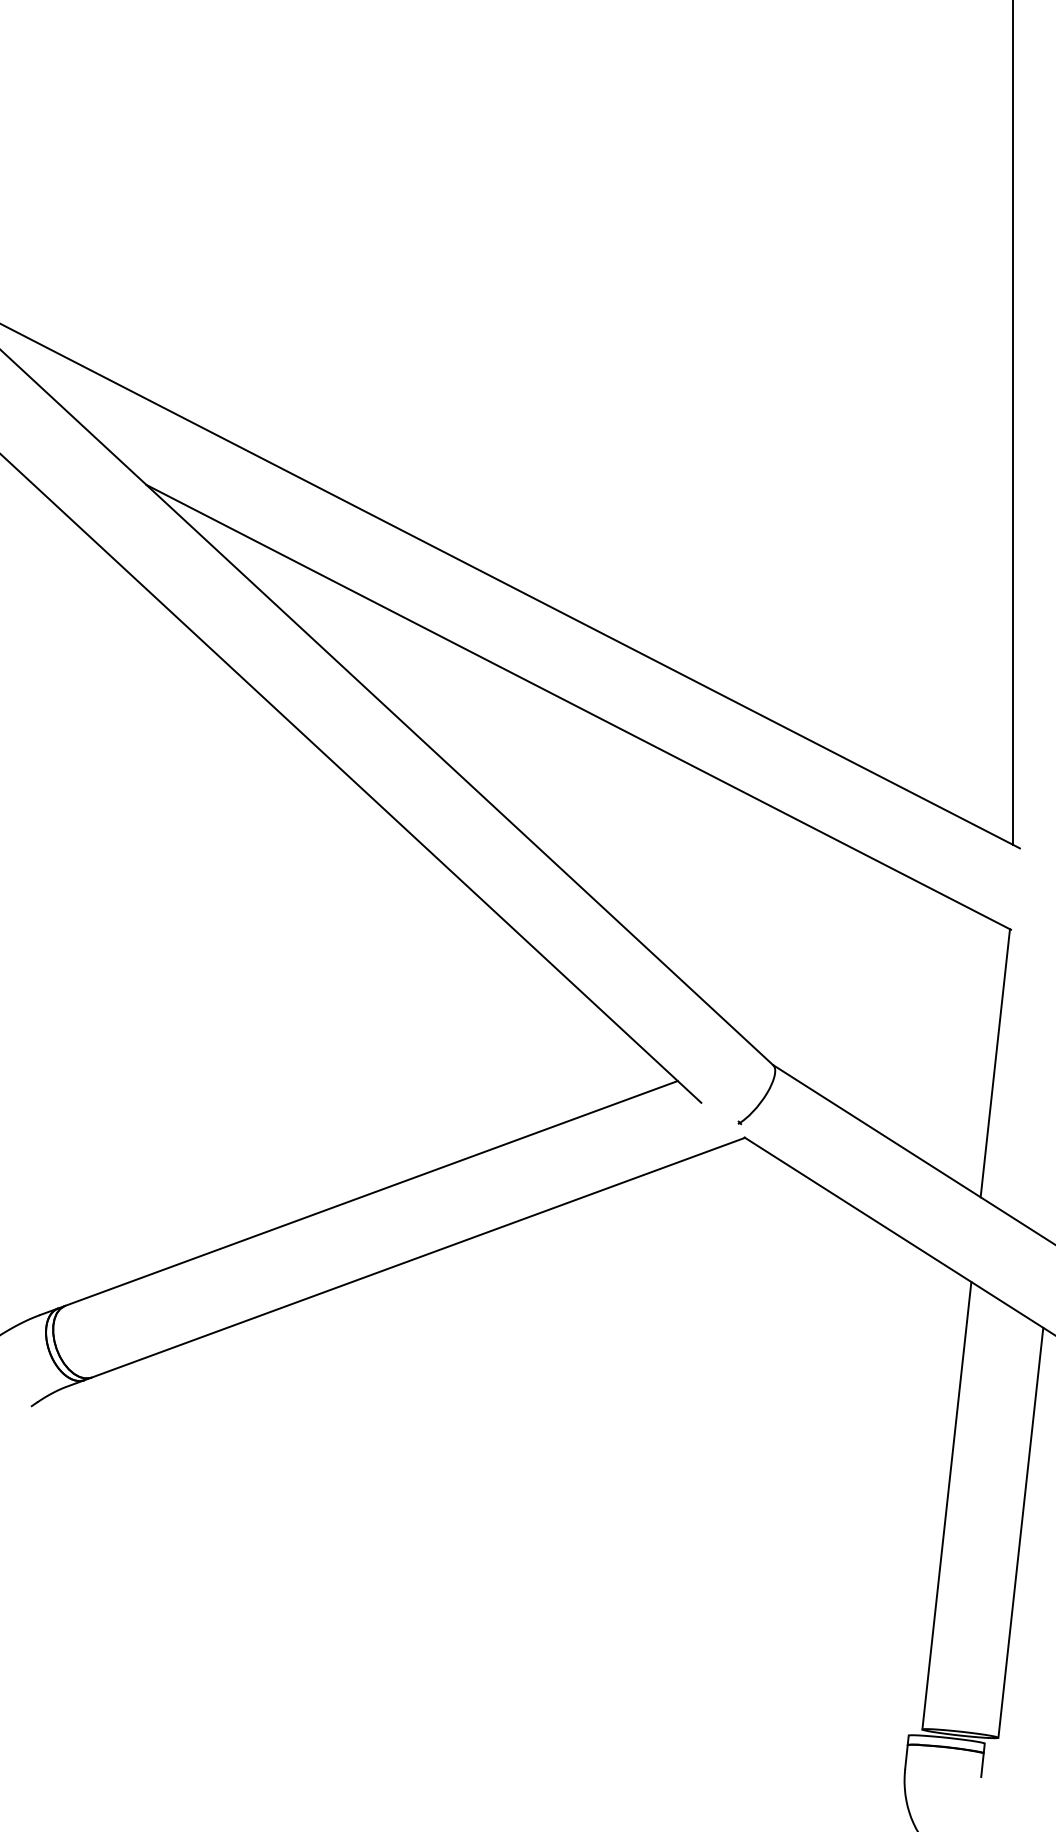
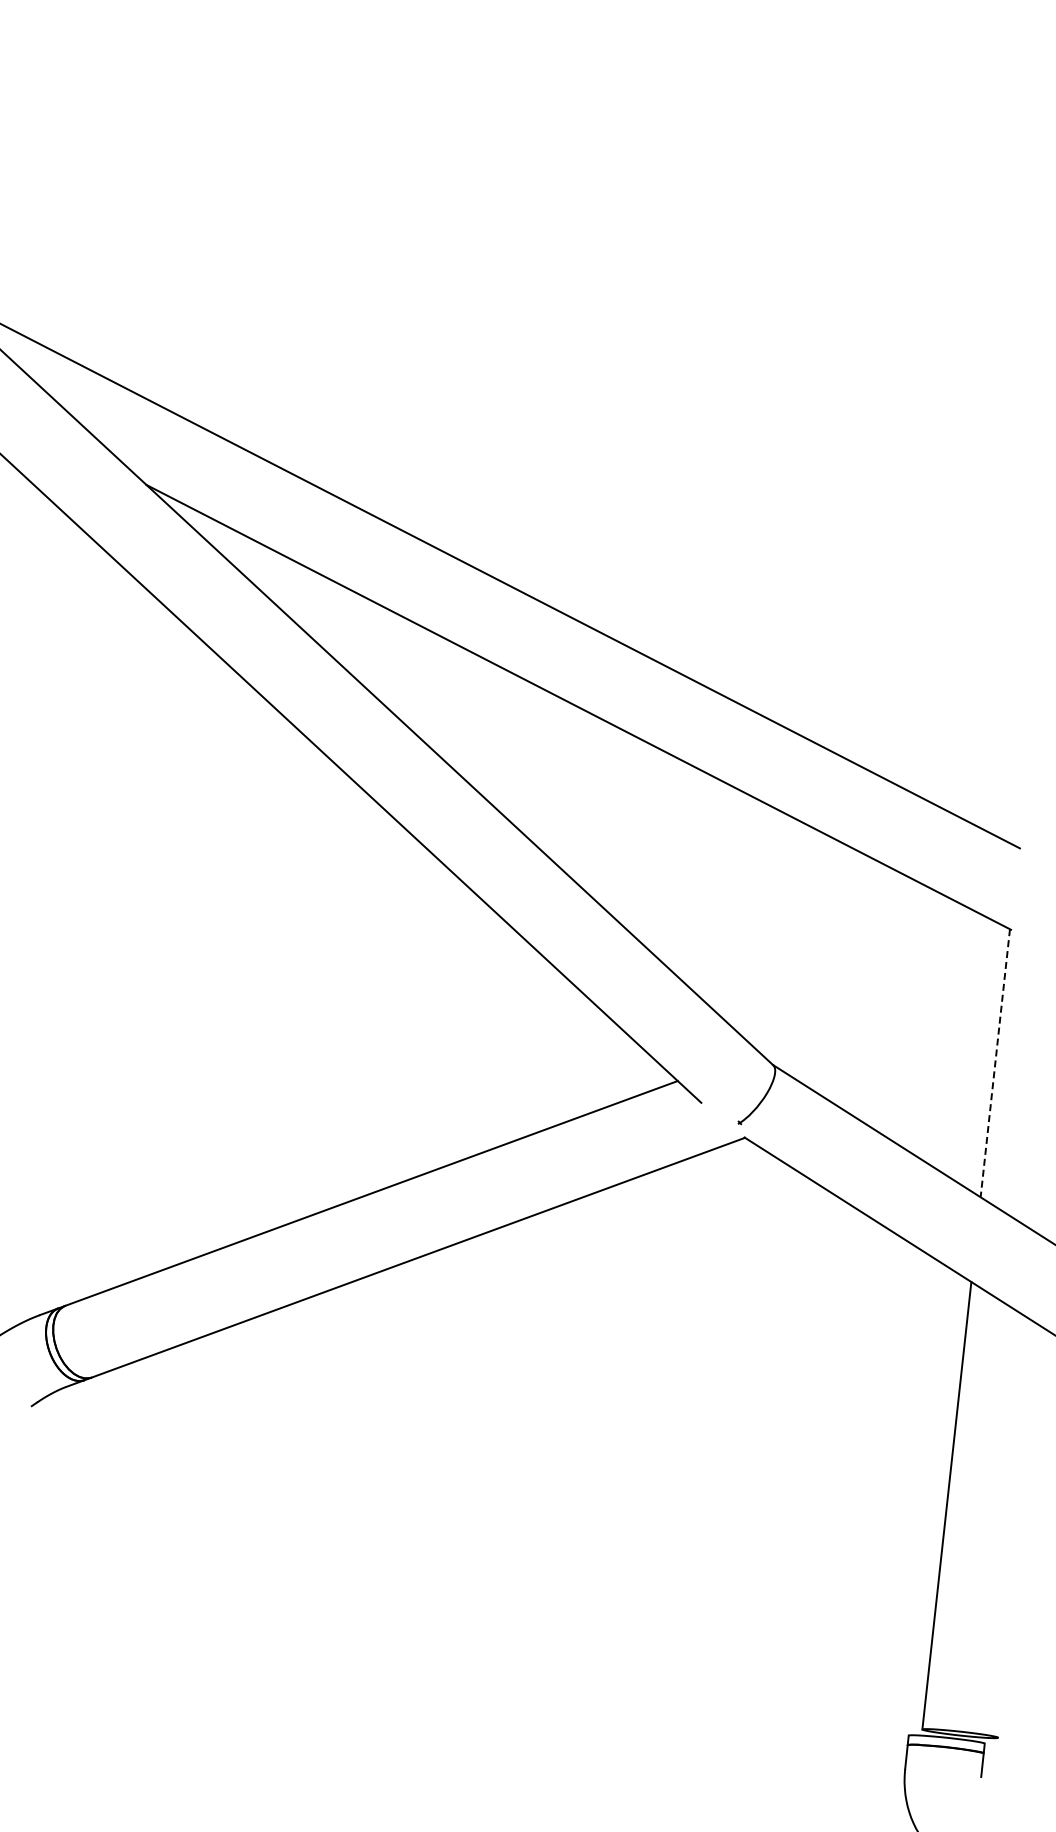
line at (1012, 423): present -> none
line at (995, 1063): solid -> dashed
line at (1020, 1532): present -> none
